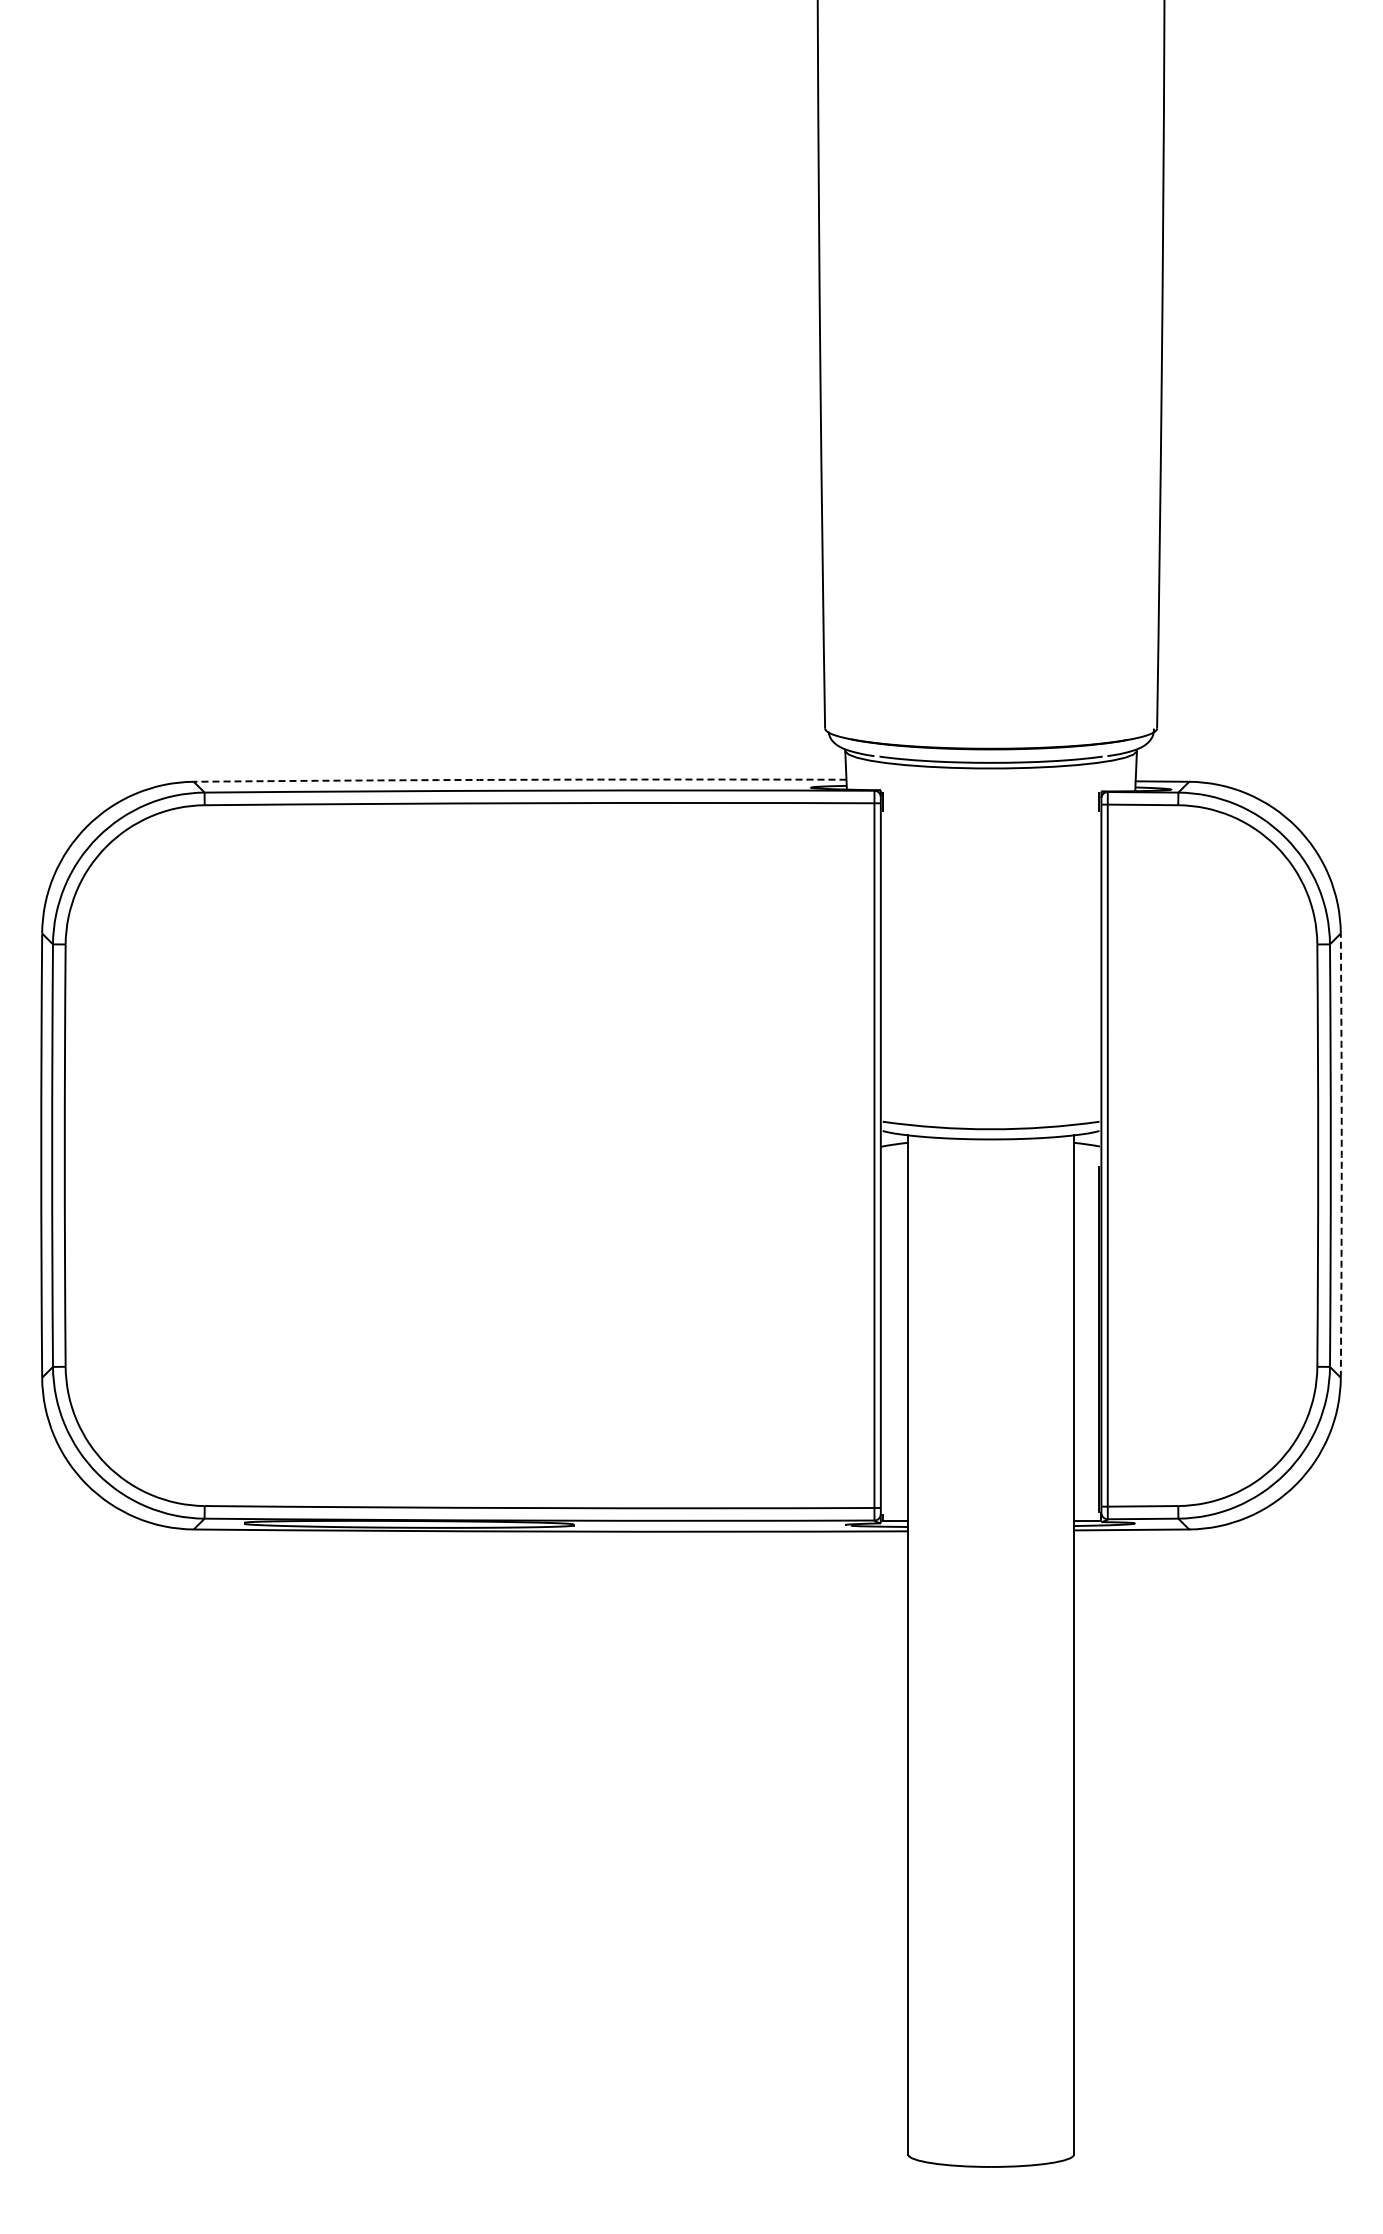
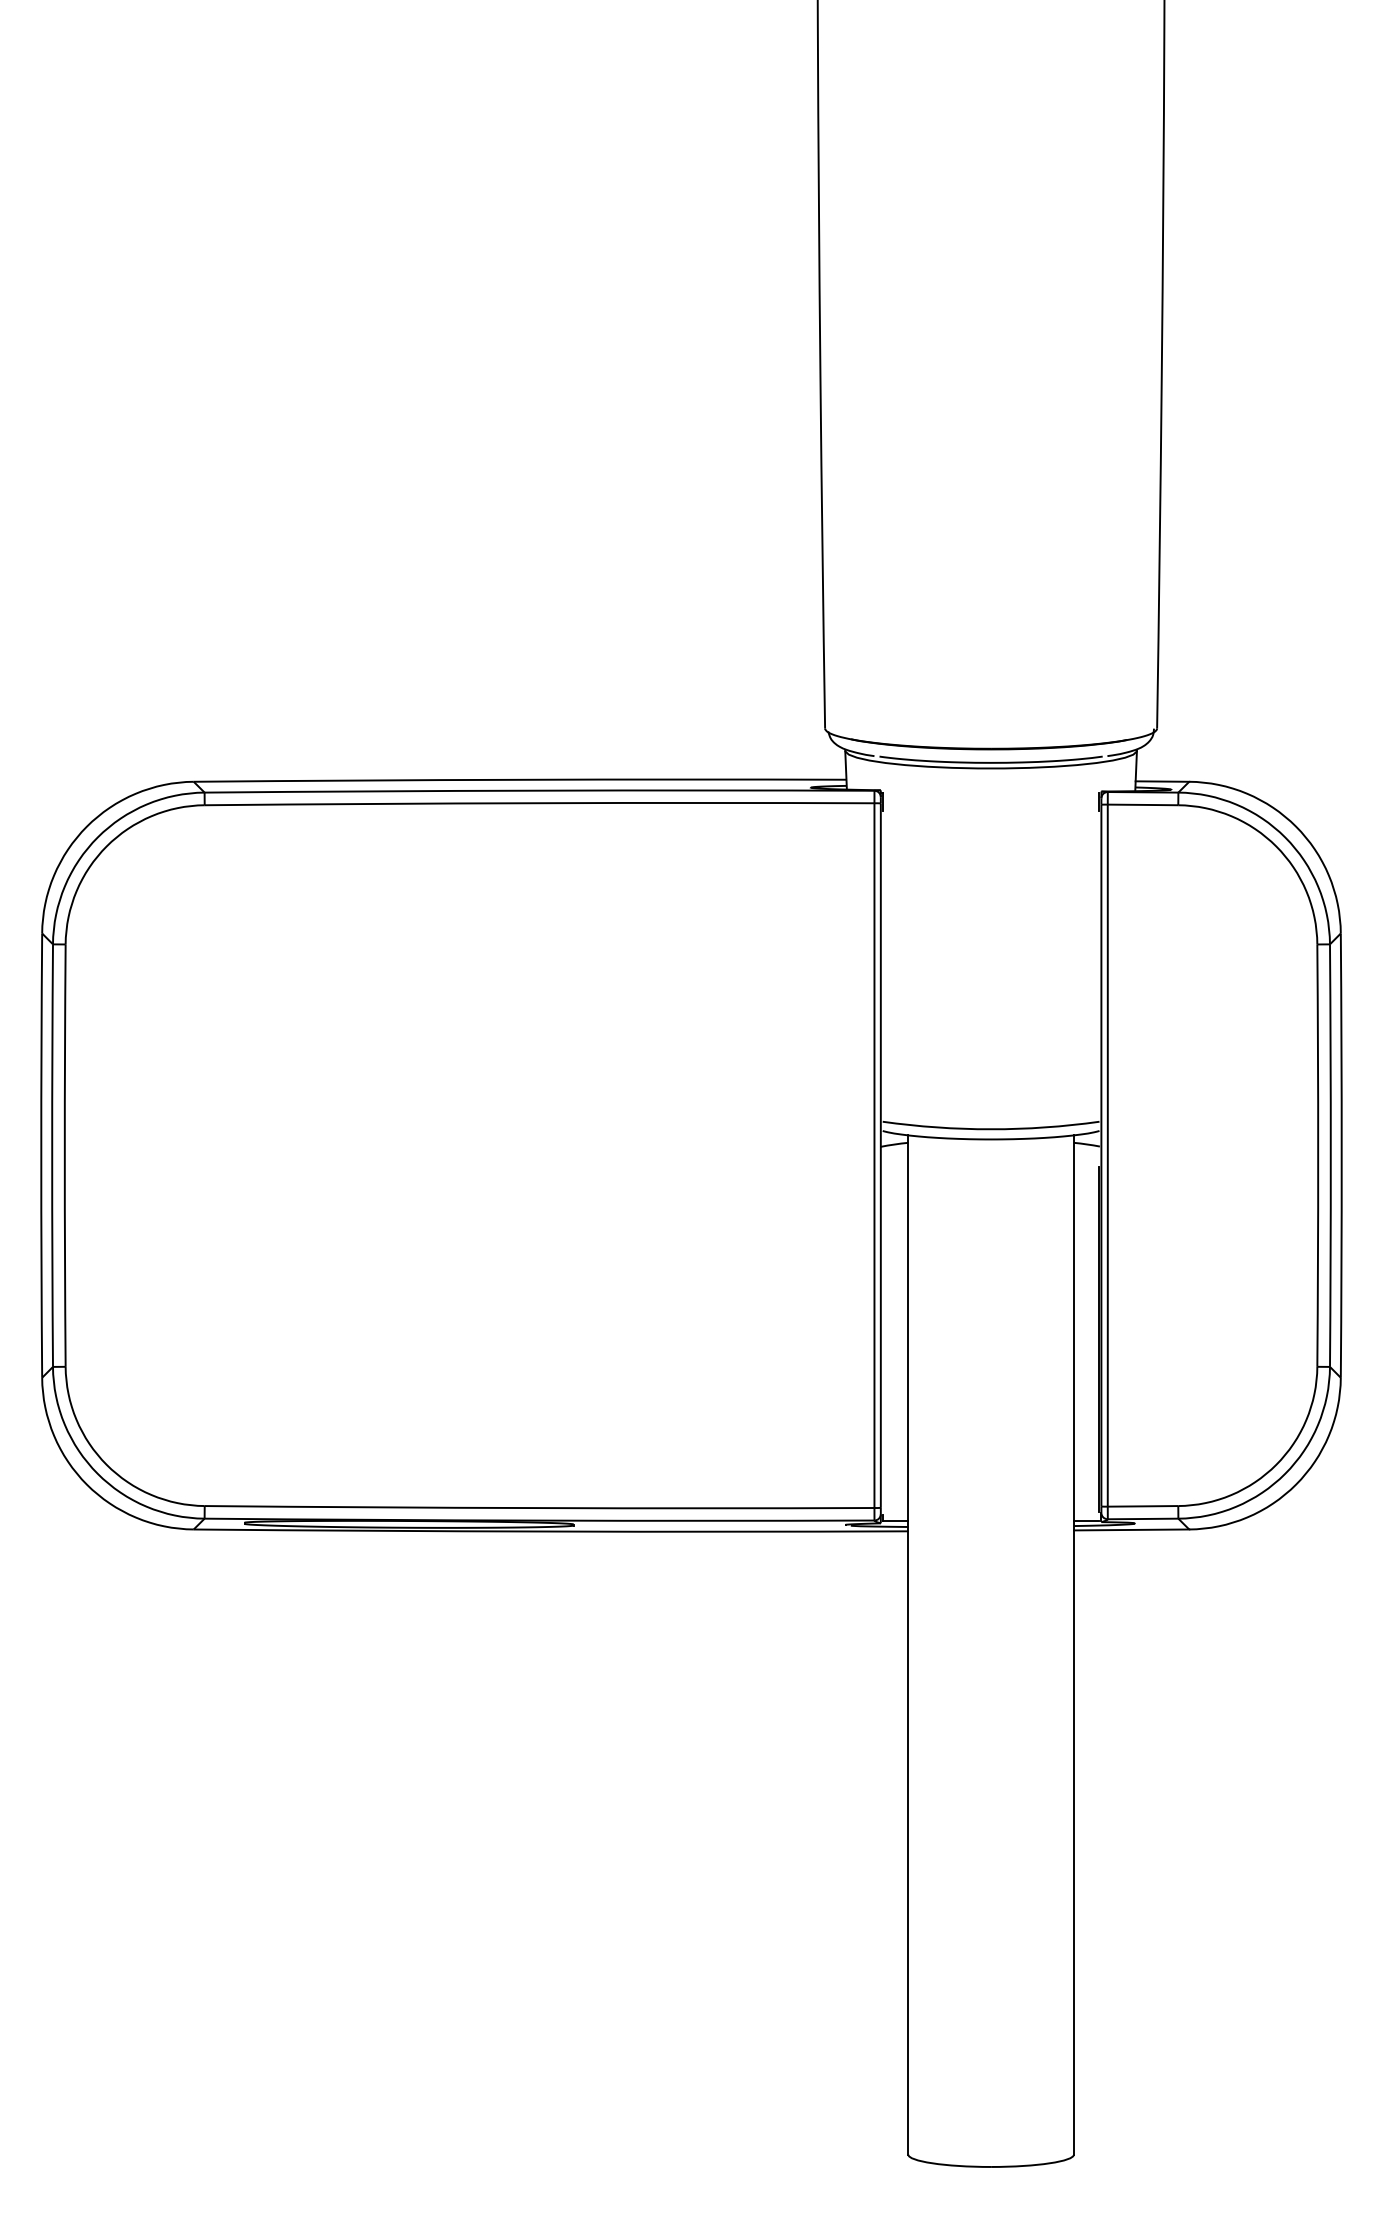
arc at (520, 779): dashed -> solid
arc at (1341, 1155): dashed -> solid
